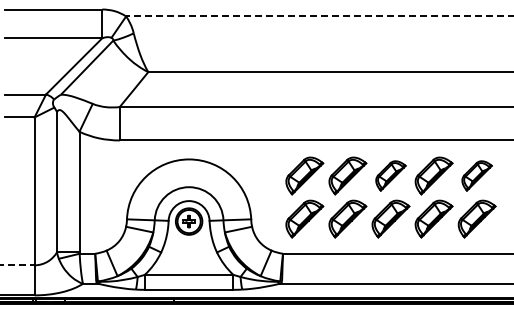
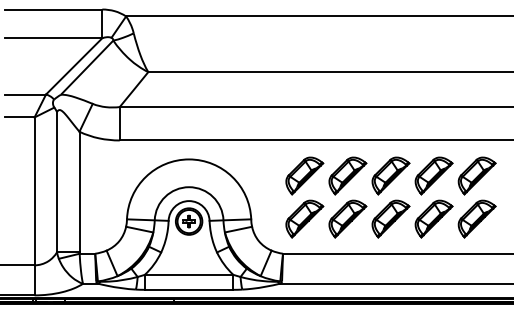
line at (319, 16): dashed -> solid
part at (390, 175) size: 32x32 px -> 40x40 px
part at (476, 175) size: 32x32 px -> 40x40 px
line at (17, 265): dashed -> solid
